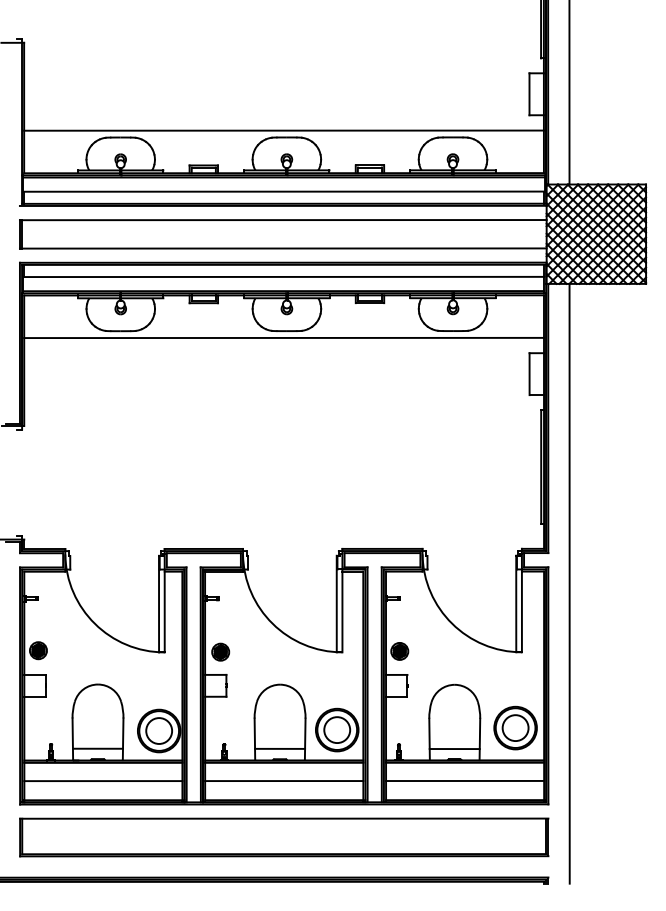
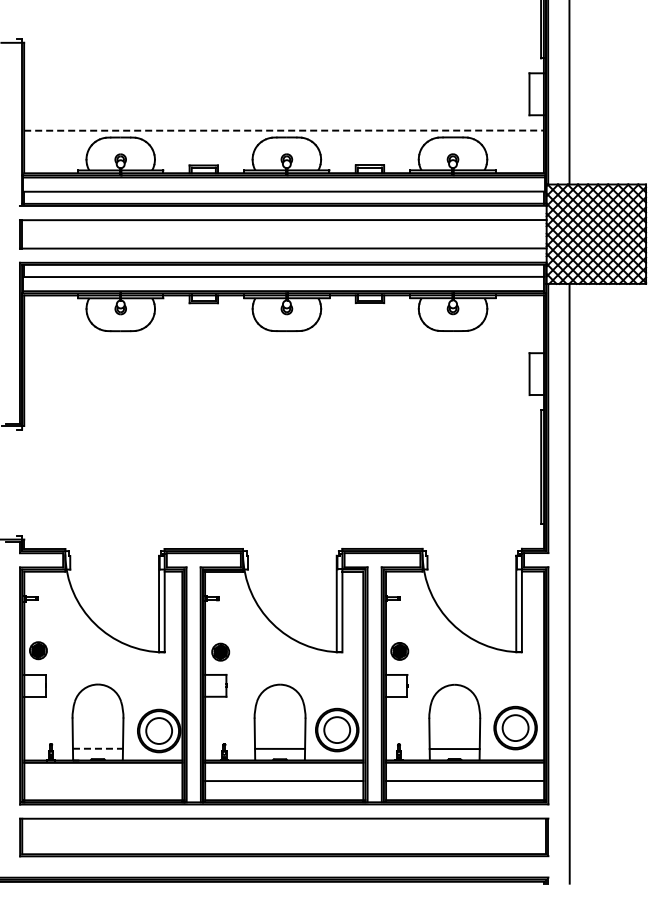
line at (284, 130): solid -> dashed
line at (284, 337): present -> none
line at (98, 748): solid -> dashed
line at (103, 781): present -> none
